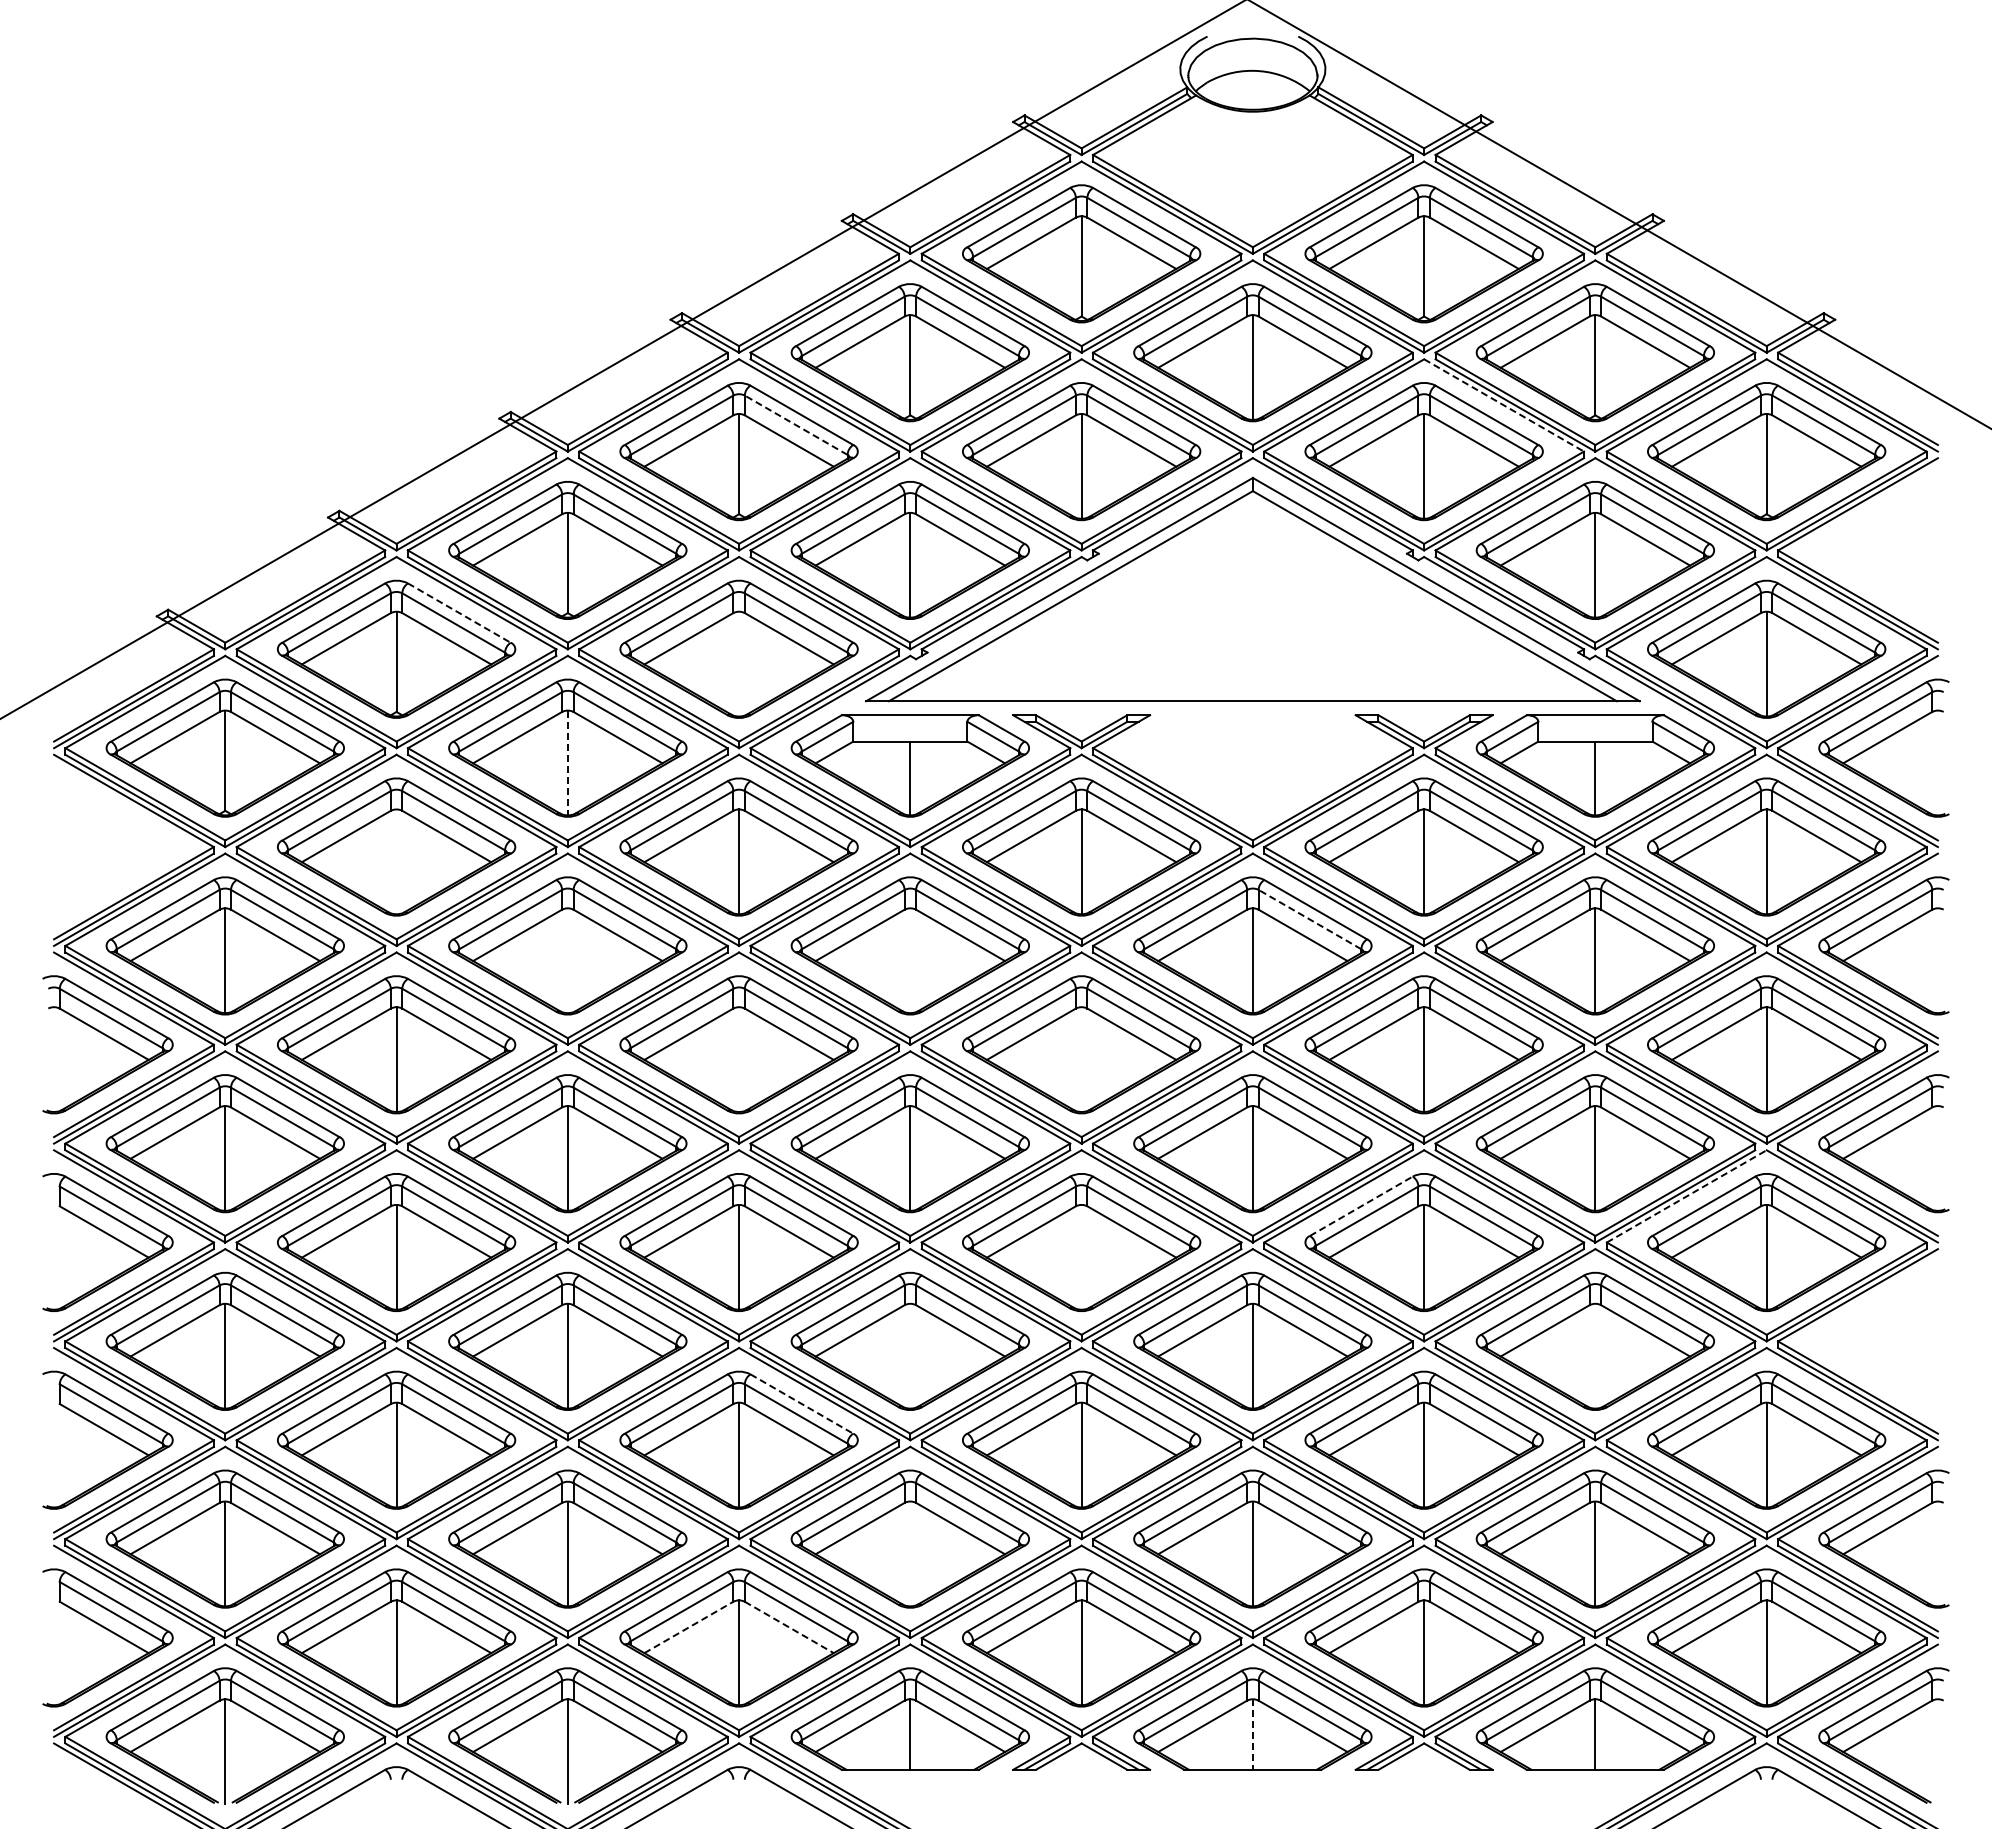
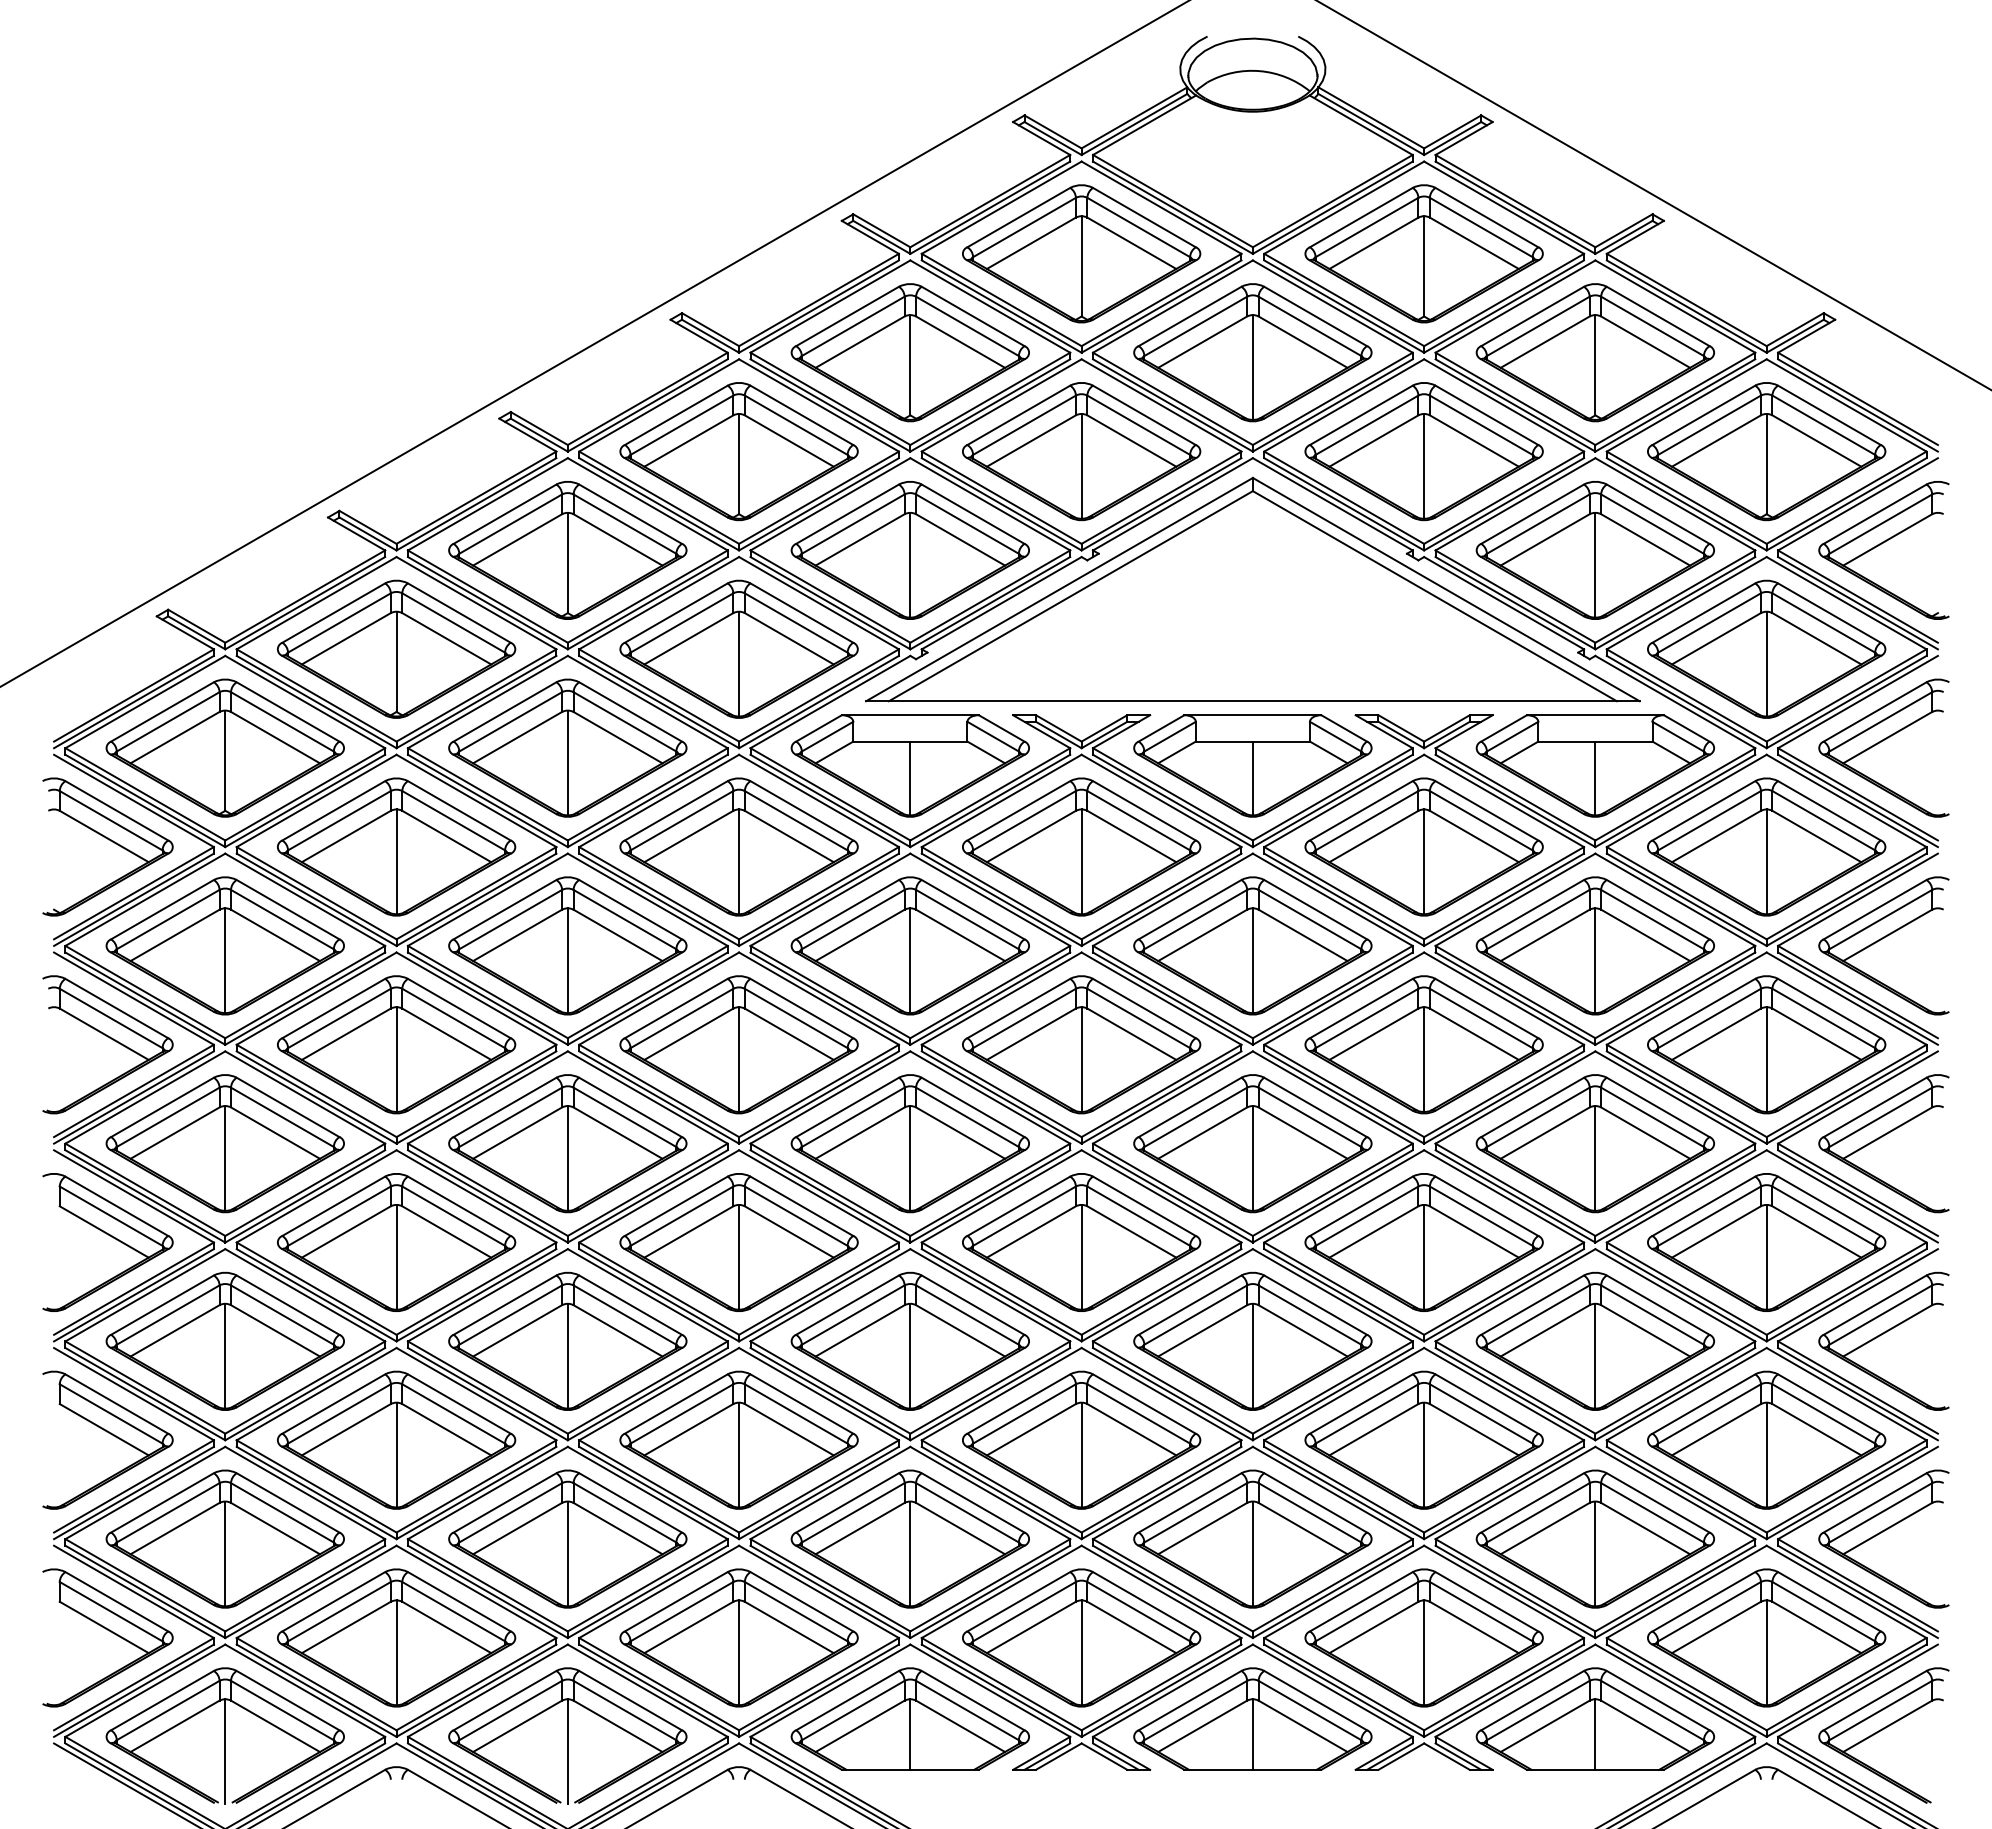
line at (1619, 214) position: (1619, 214) -> (1653, 195)
line at (622, 359) position: (622, 359) -> (594, 343)
line at (1504, 405): dashed -> solid
line at (795, 424): dashed -> solid
part at (1883, 550): none -> present
line at (459, 613): dashed -> solid
line at (739, 663): none -> present
line at (567, 763): dashed -> solid
part at (1252, 765): none -> present
part at (107, 846): none -> present
line at (396, 861): none -> present
line at (1309, 919): dashed -> solid
line at (567, 960): none -> present
line at (910, 960): none -> present
line at (739, 1059): none -> present
line at (1081, 1059): none -> present
line at (1687, 1196): dashed -> solid
line at (1361, 1206): dashed -> solid
line at (1081, 1256): none -> present
part at (1883, 1340): none -> present
line at (910, 1355): none -> present
line at (1595, 1355): none -> present
line at (802, 1404): dashed -> solid
line at (910, 1553): none -> present
line at (689, 1627): dashed -> solid
line at (789, 1627): dashed -> solid
line at (1252, 1735): dashed -> solid
